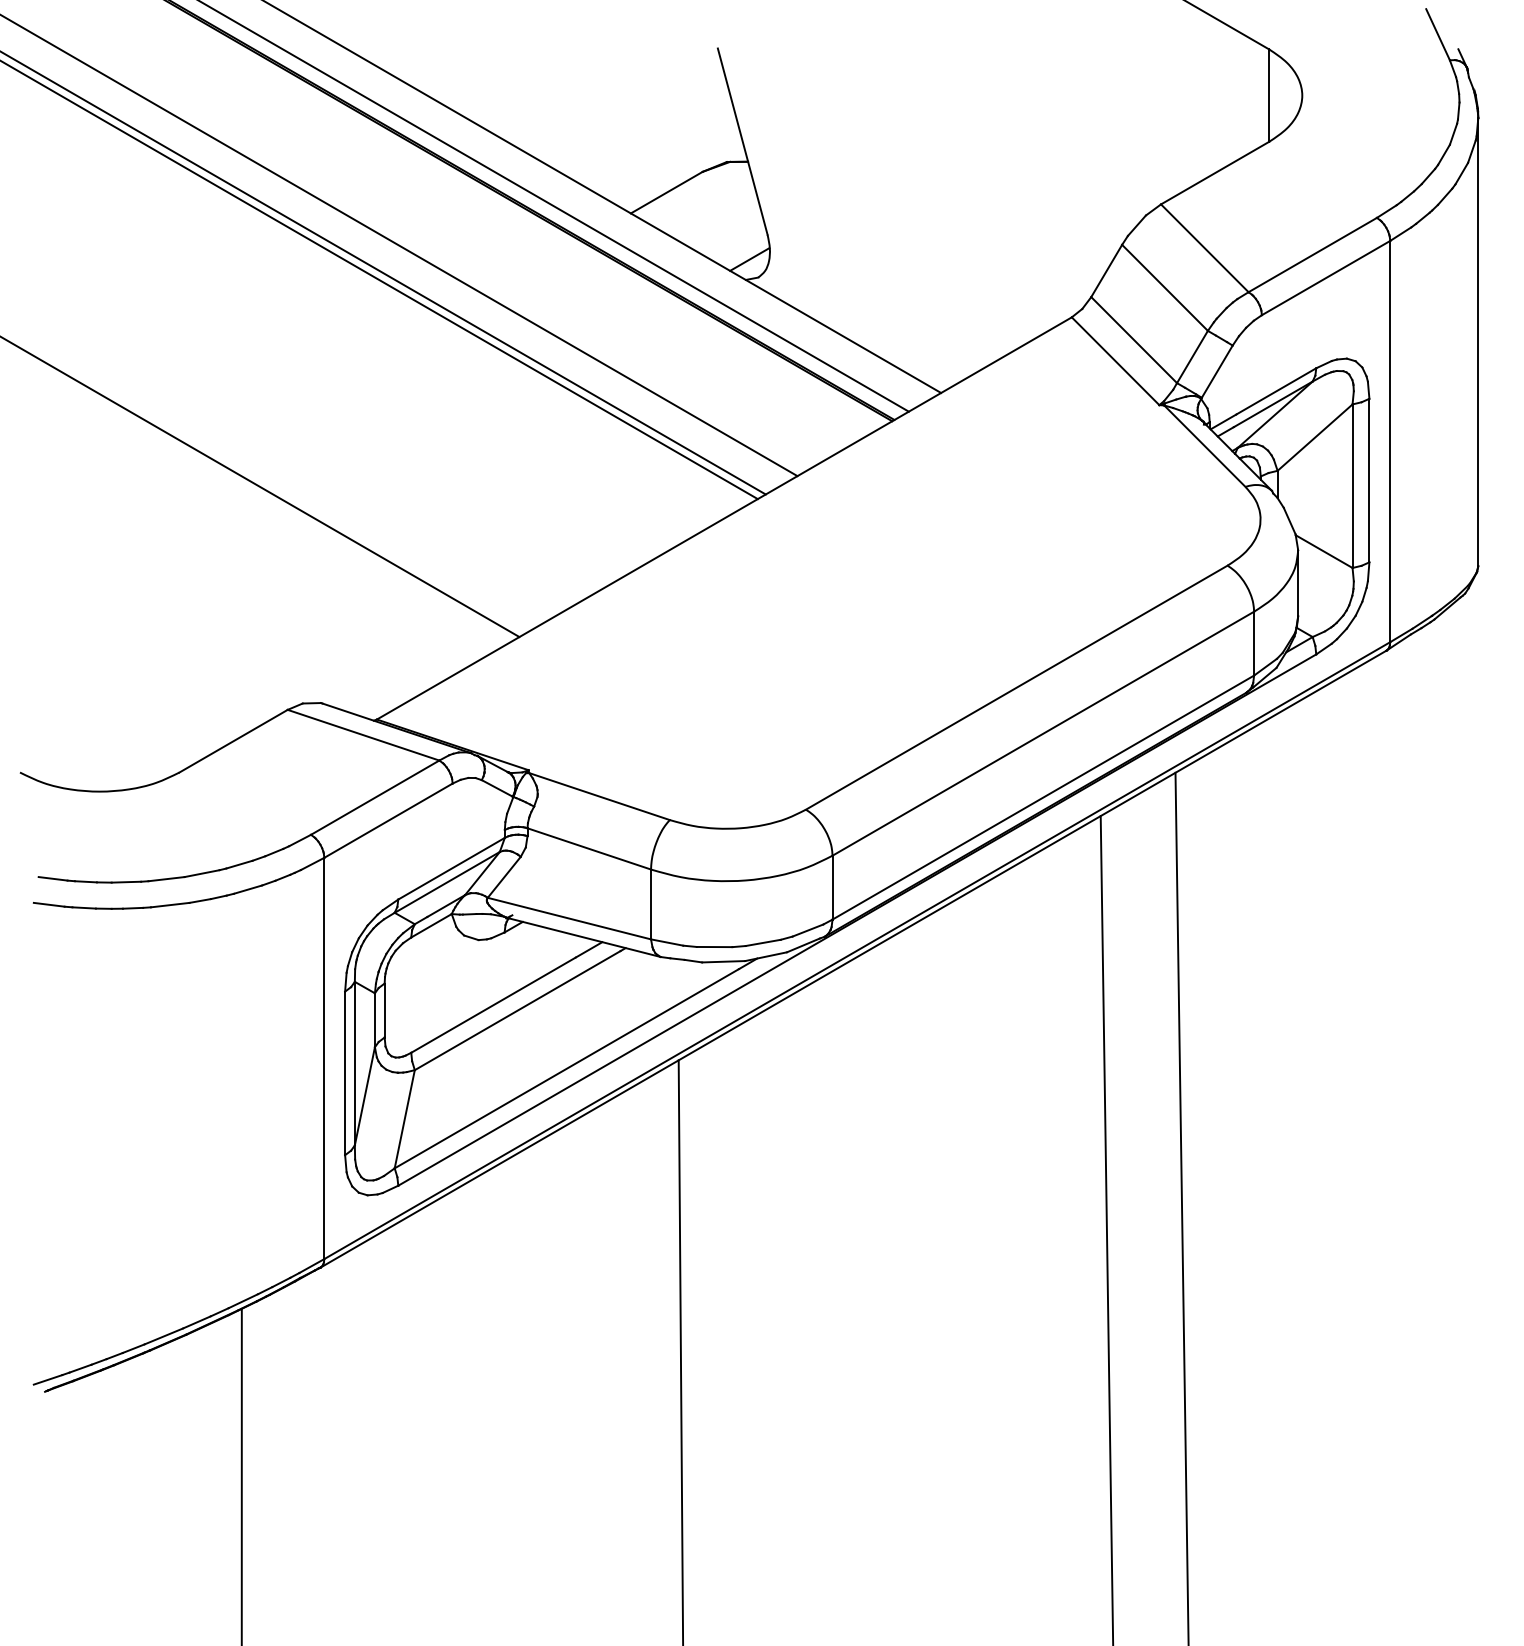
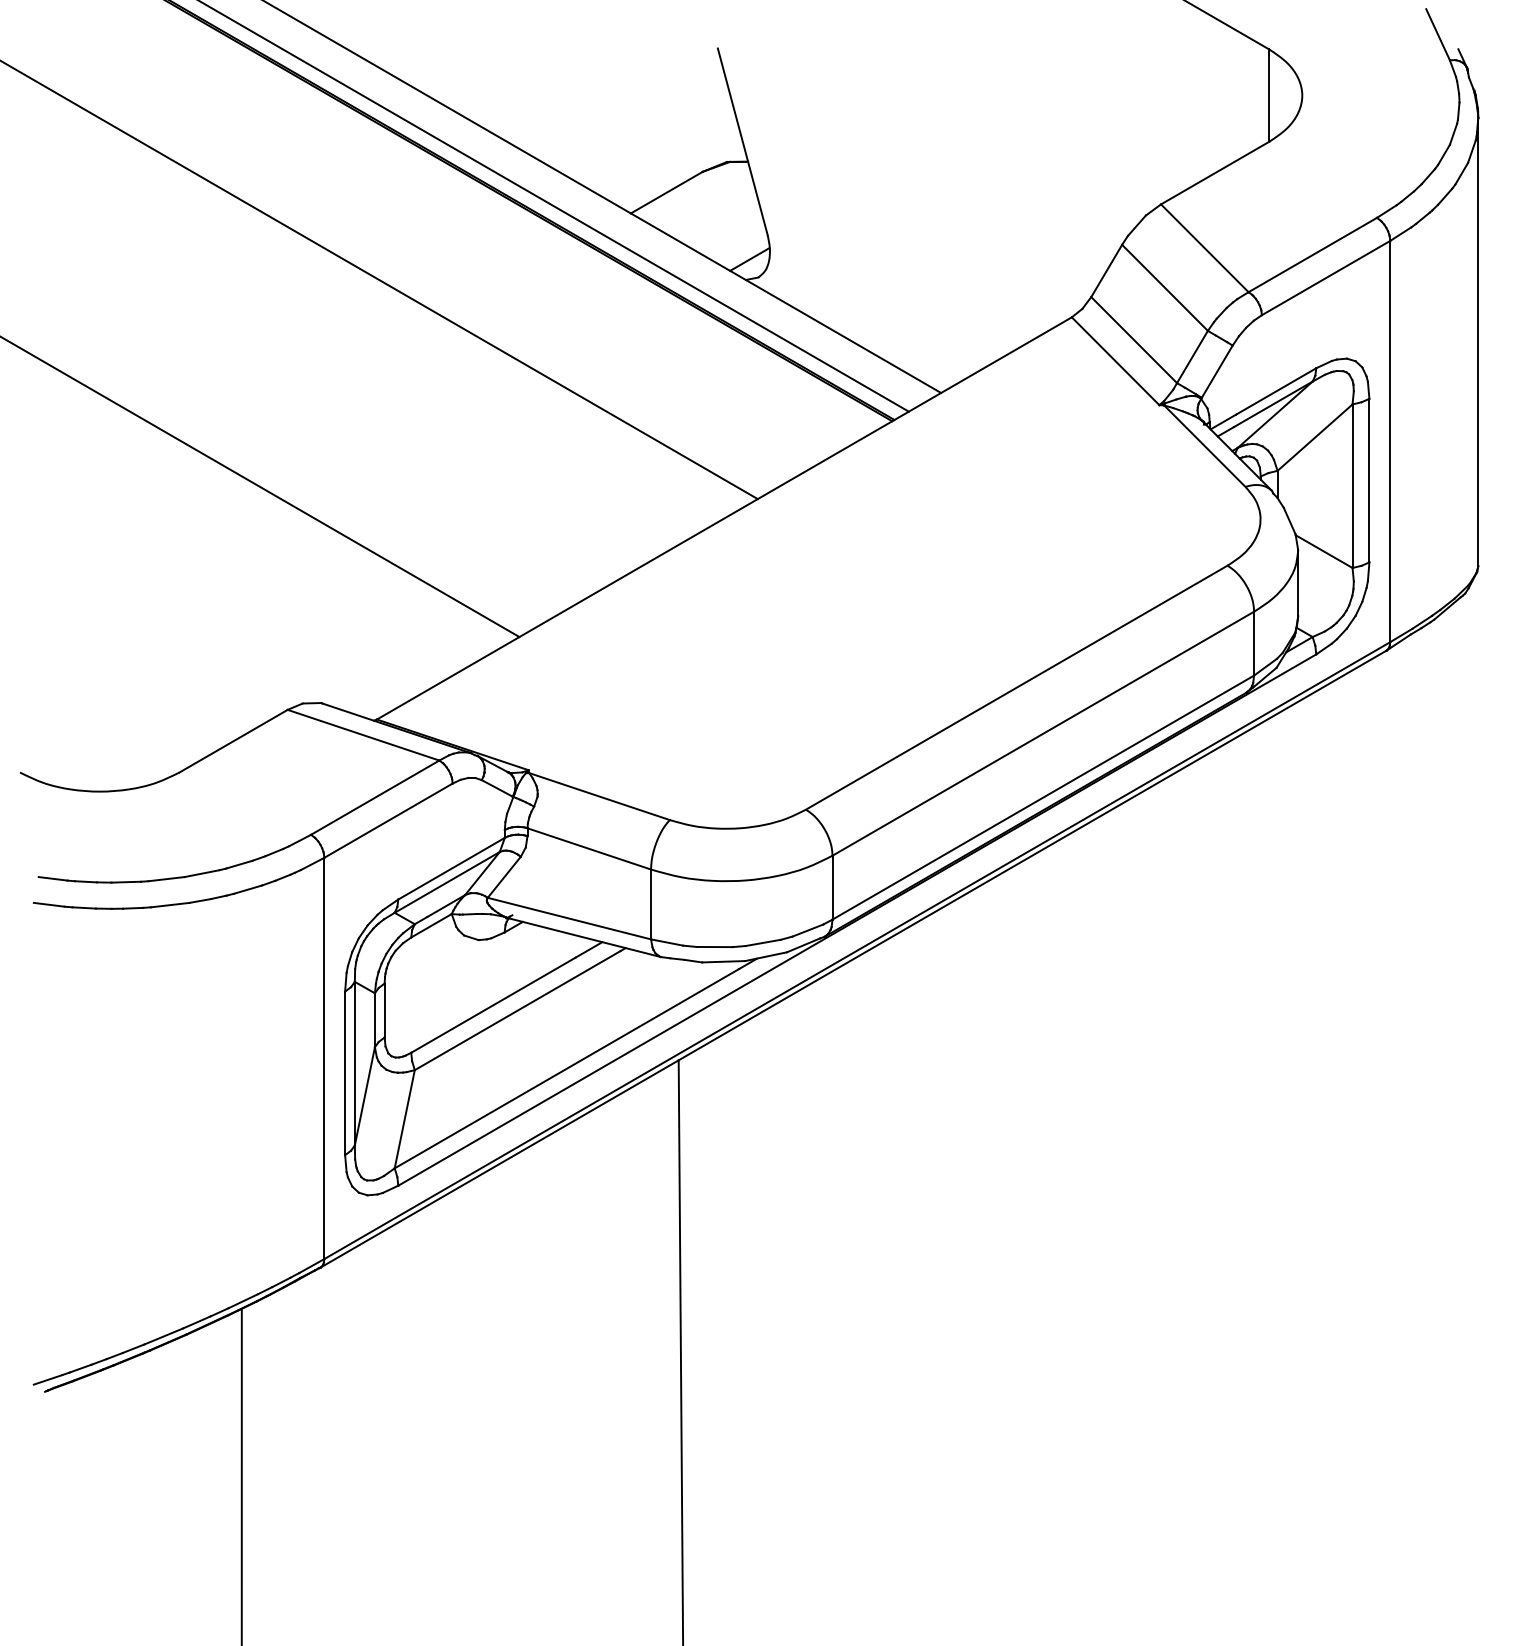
line at (399, 245): present -> none
line at (383, 273): present -> none
line at (1181, 1207): present -> none
line at (1106, 1229): present -> none
